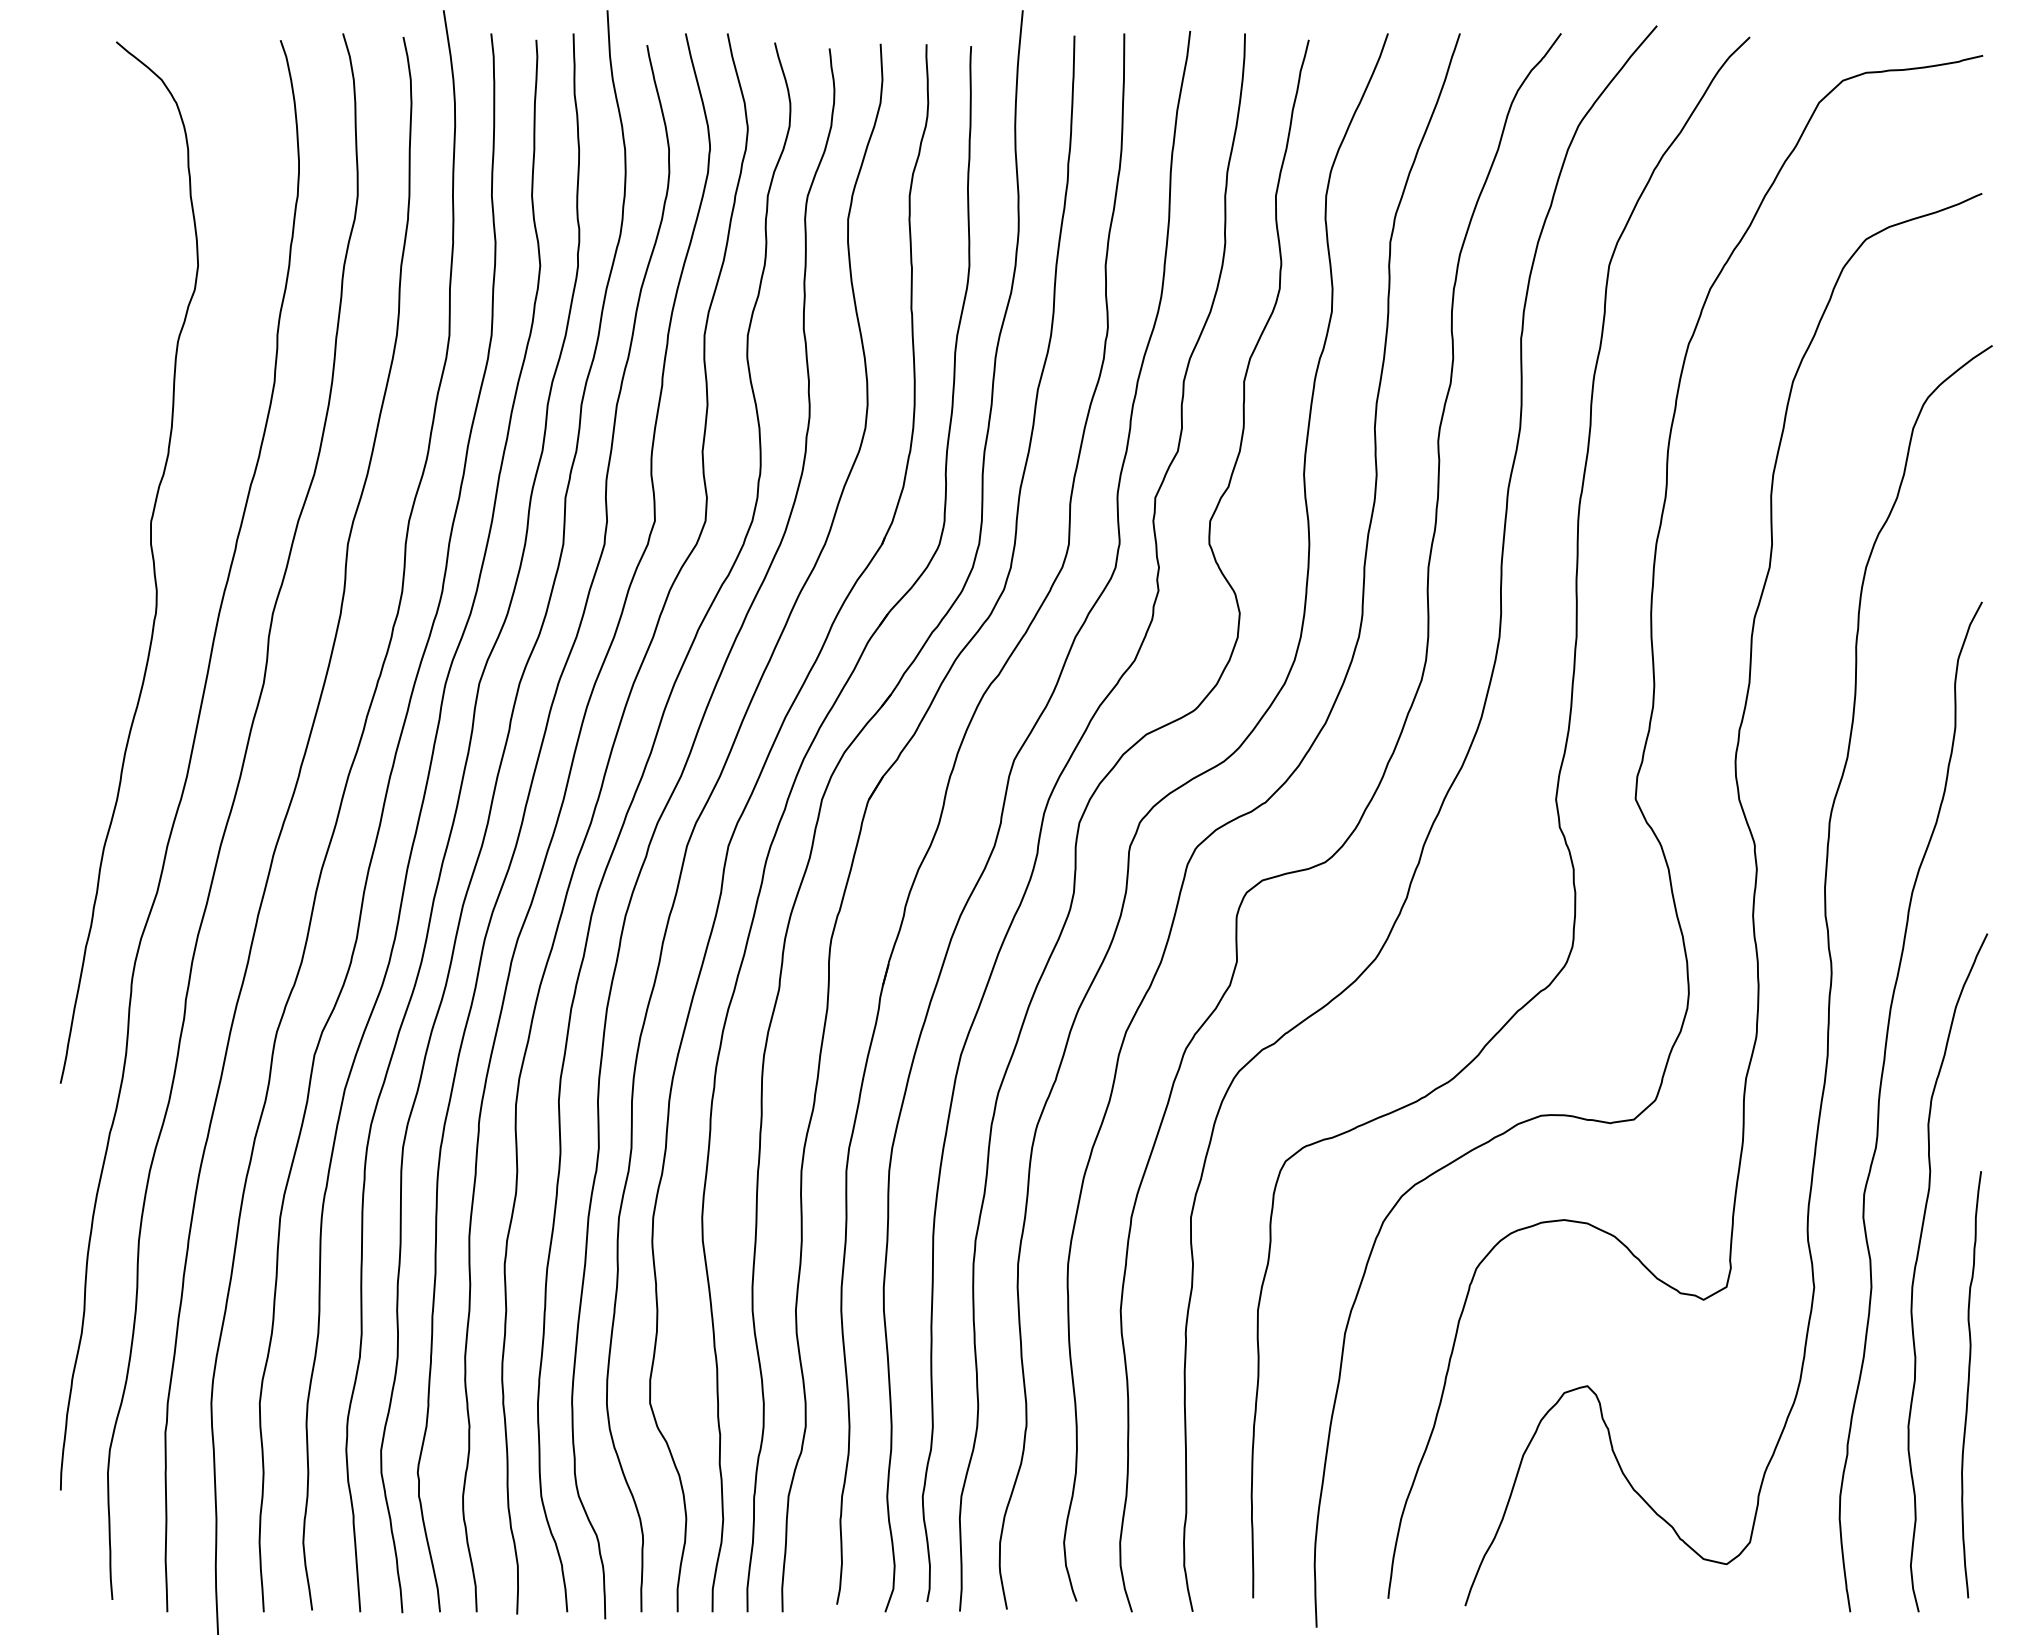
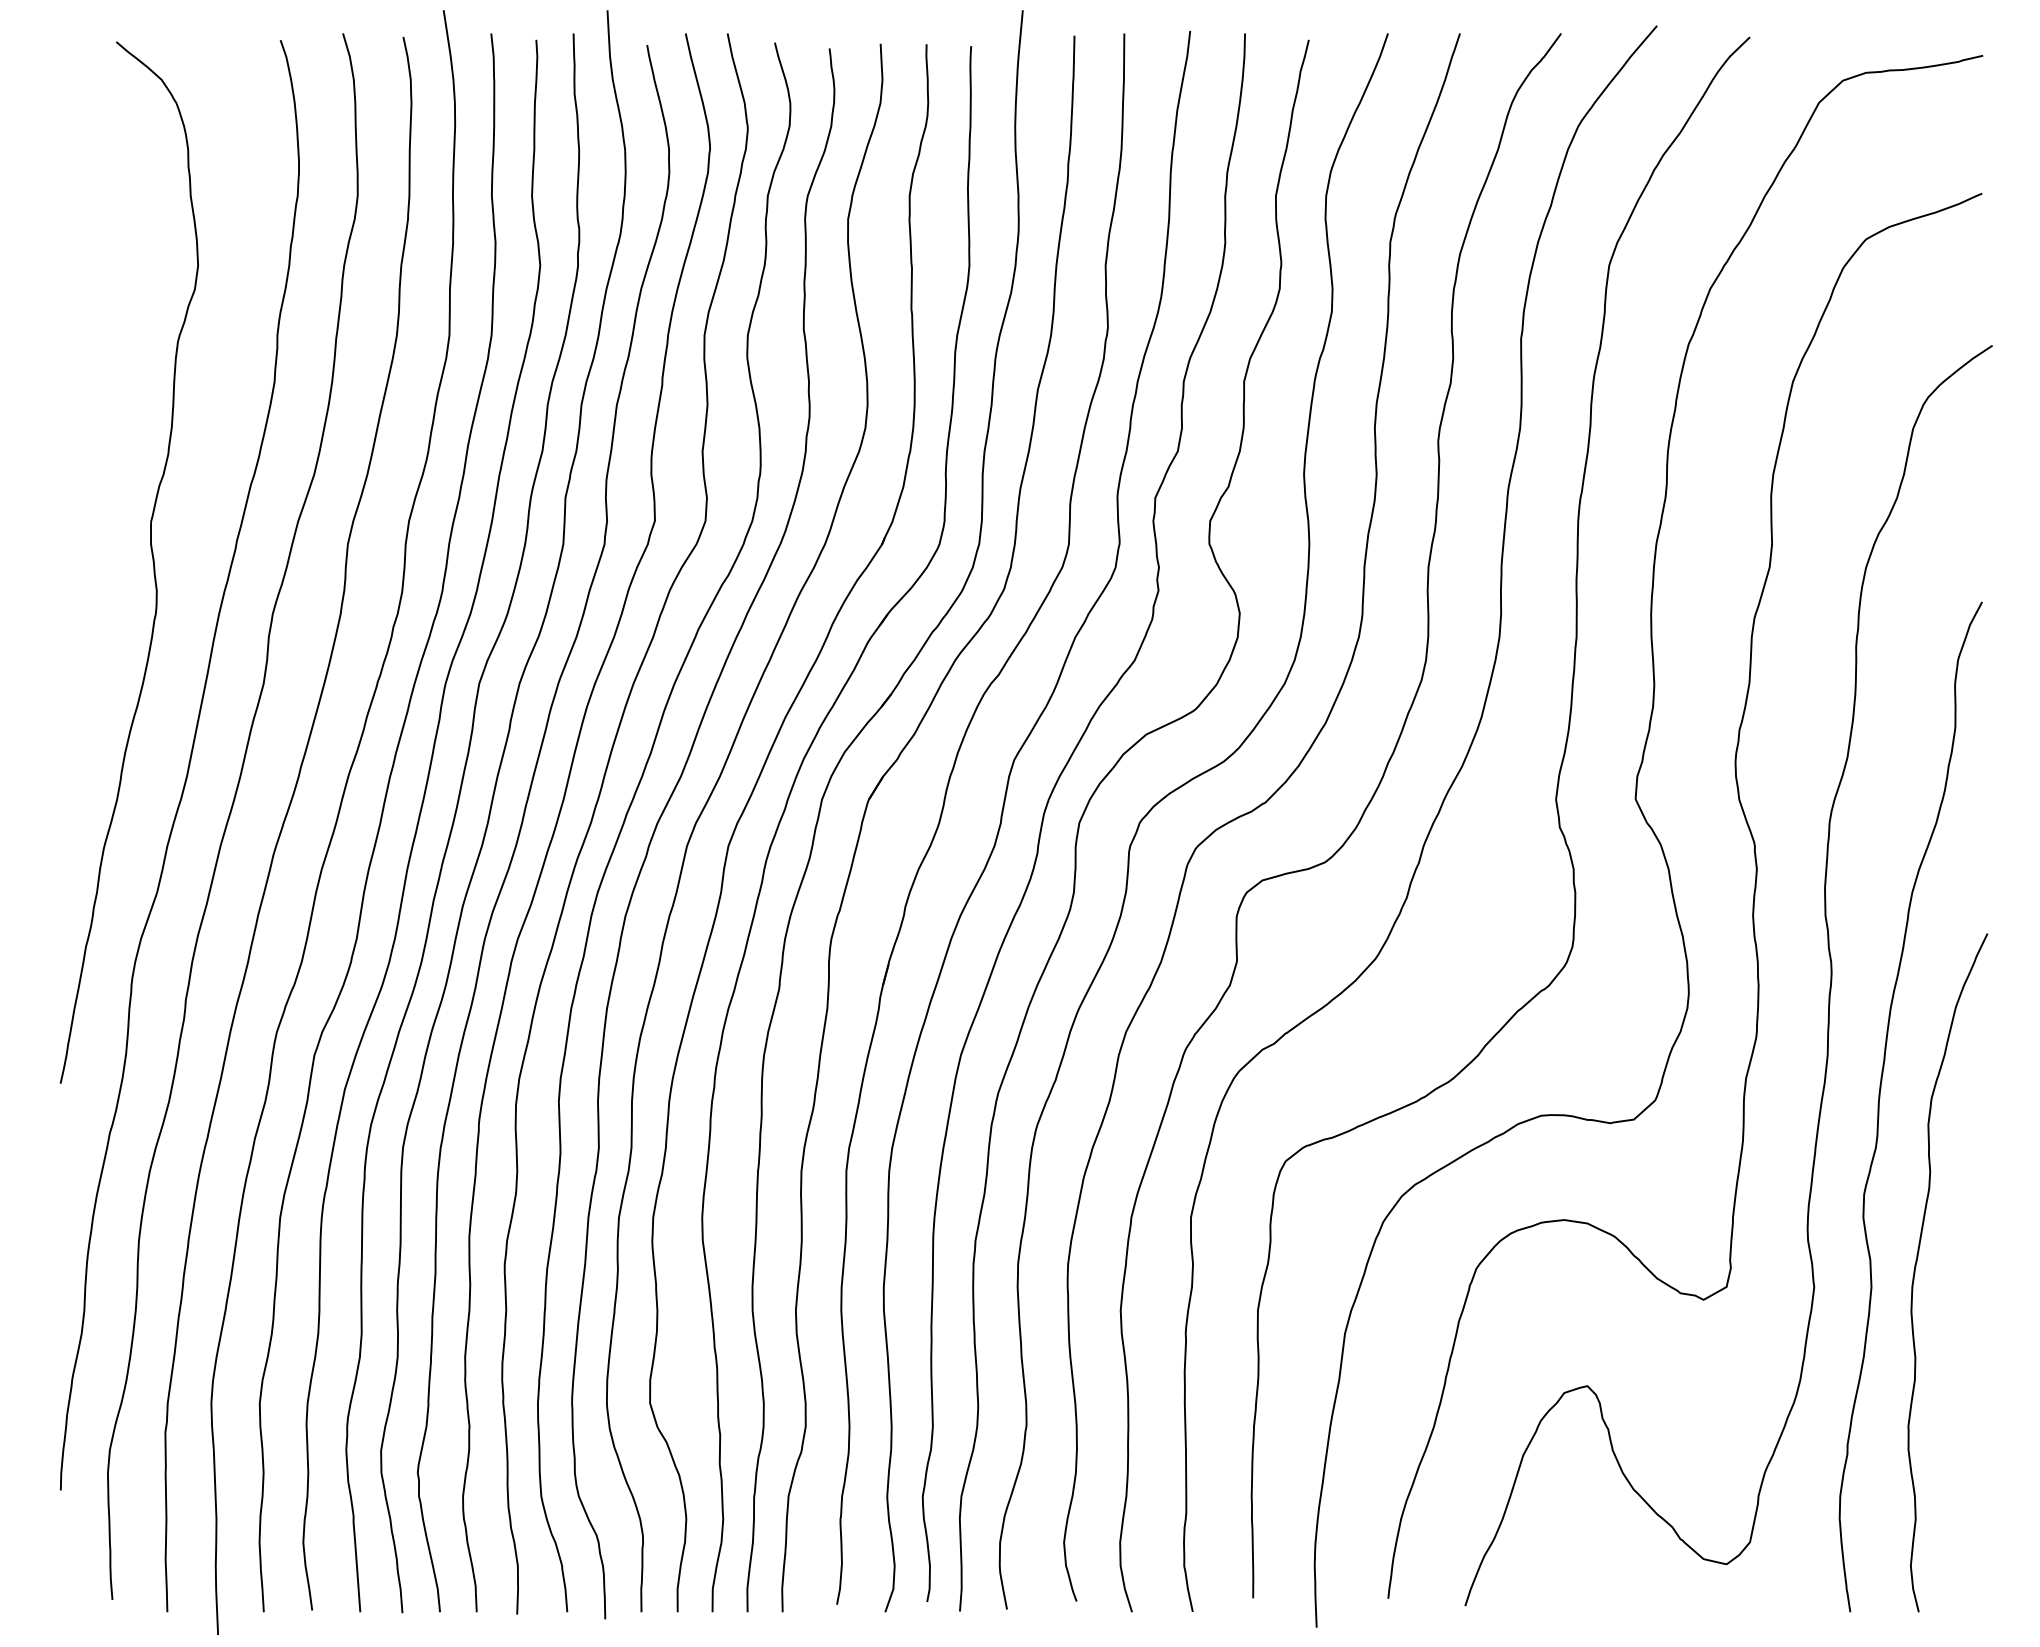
curve at (1969, 1384): present -> none
